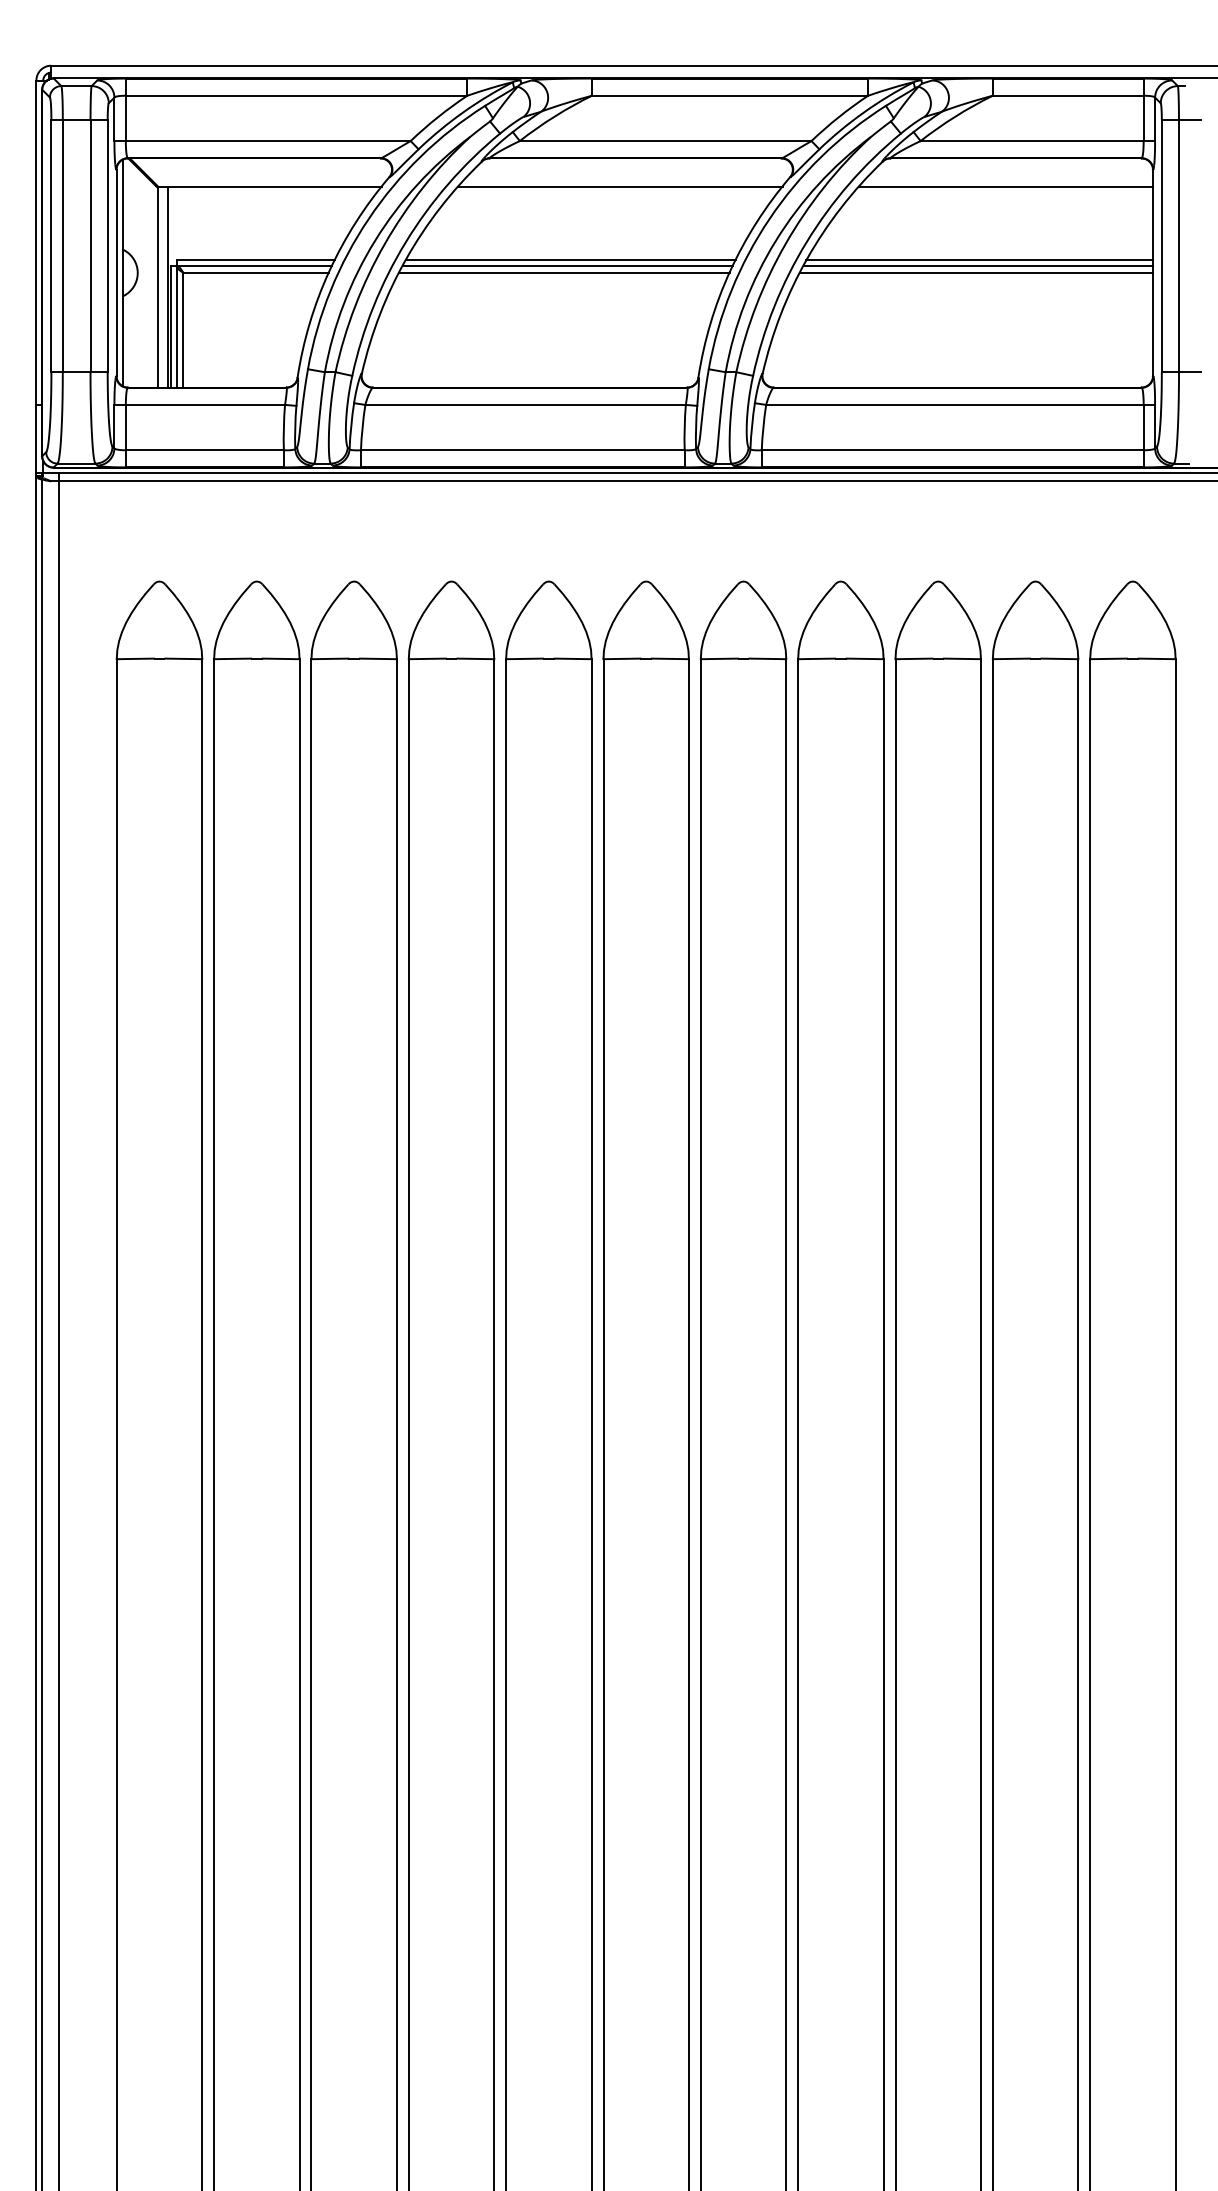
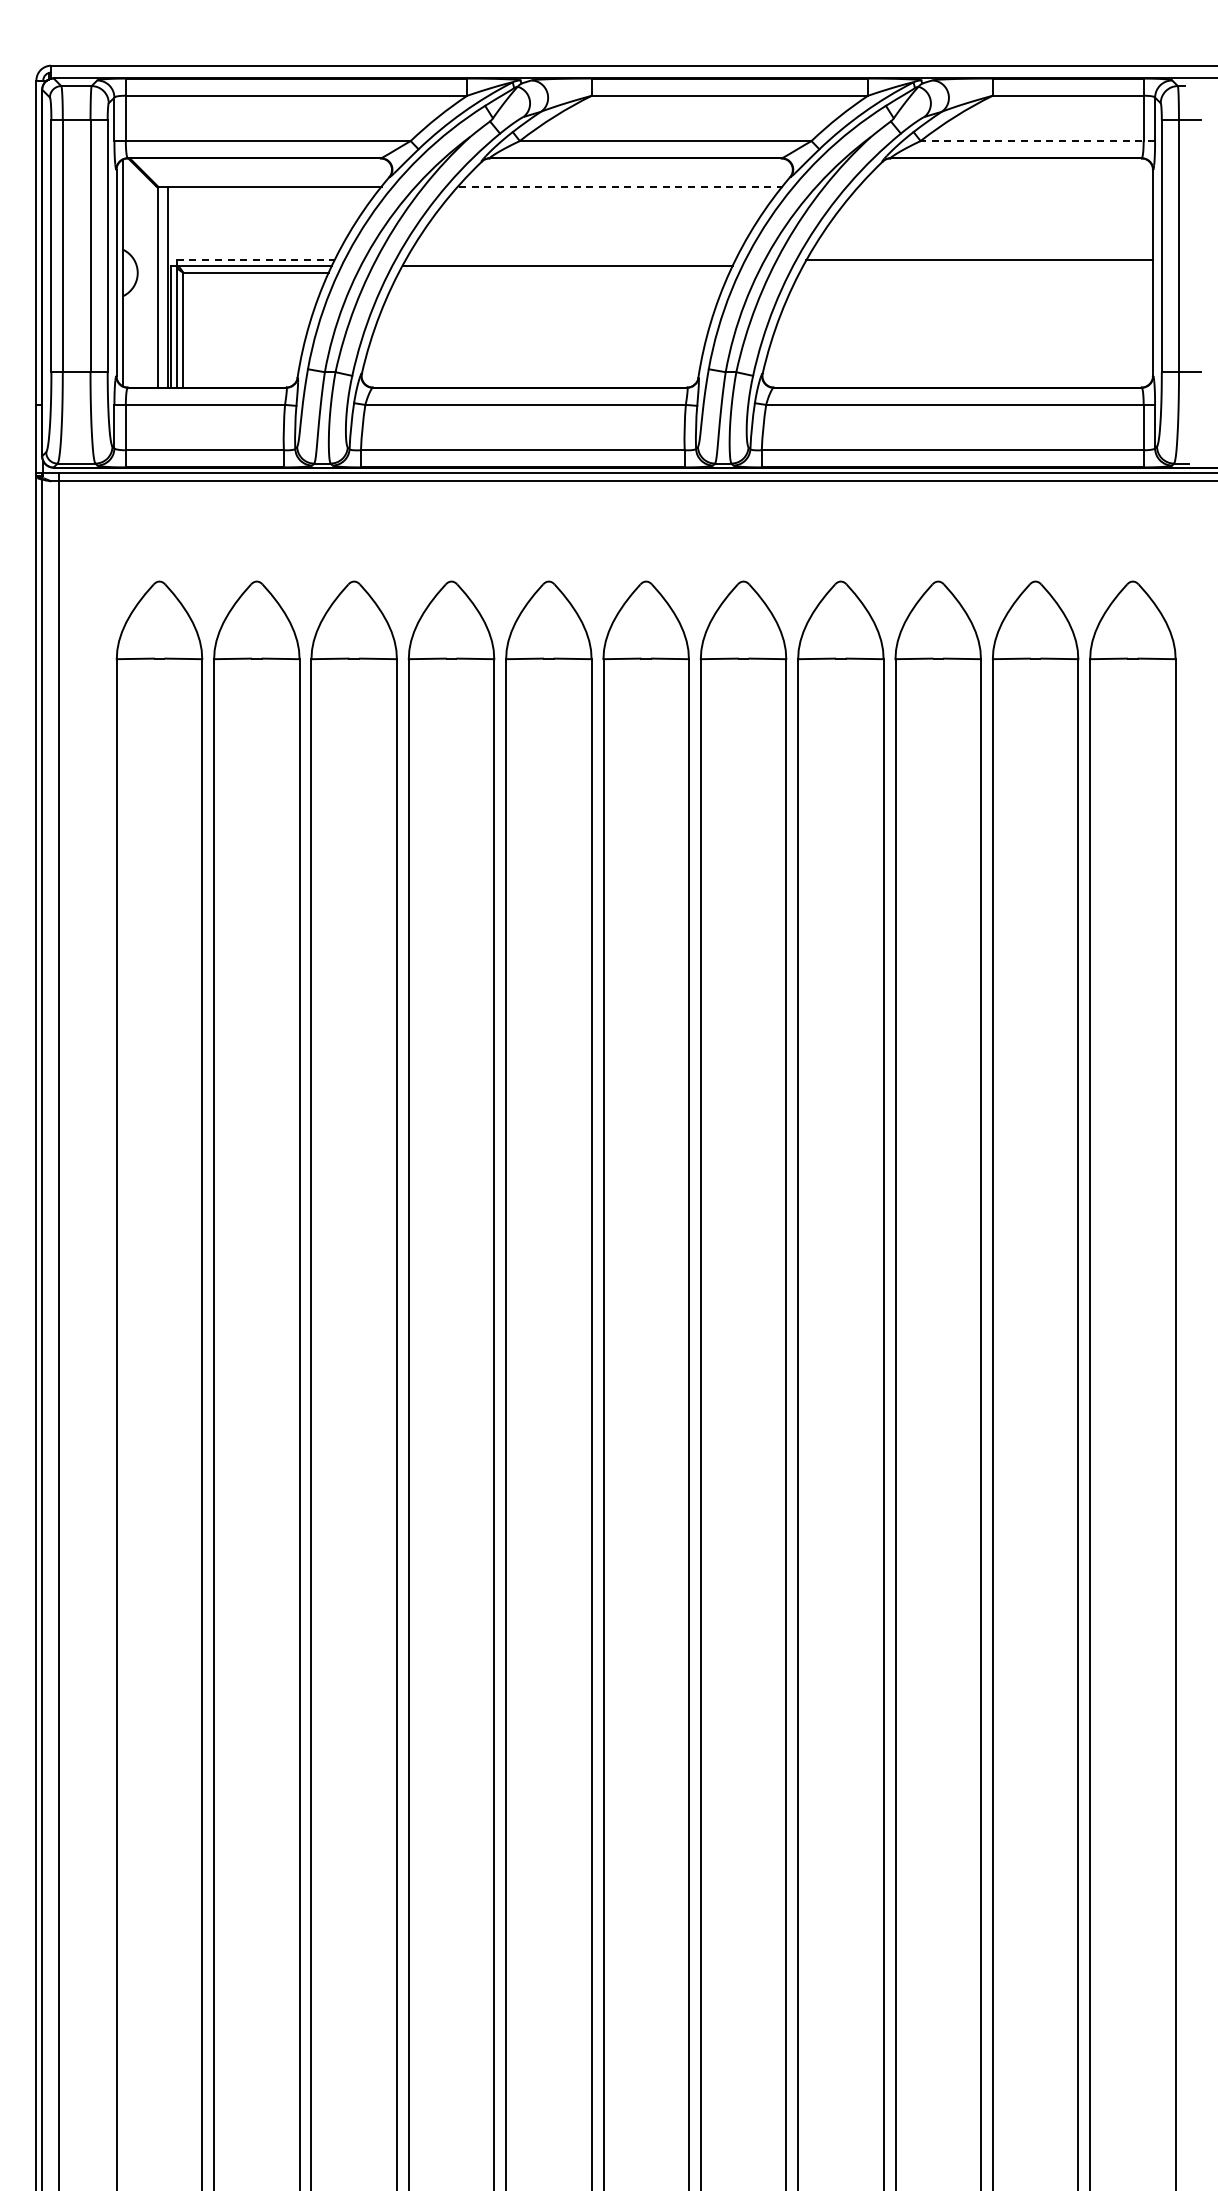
line at (1037, 141): solid -> dashed
line at (620, 187): solid -> dashed
line at (1005, 187): present -> none
line at (256, 260): solid -> dashed
line at (570, 260): present -> none
line at (977, 266): present -> none
line at (564, 272): present -> none
line at (976, 272): present -> none
